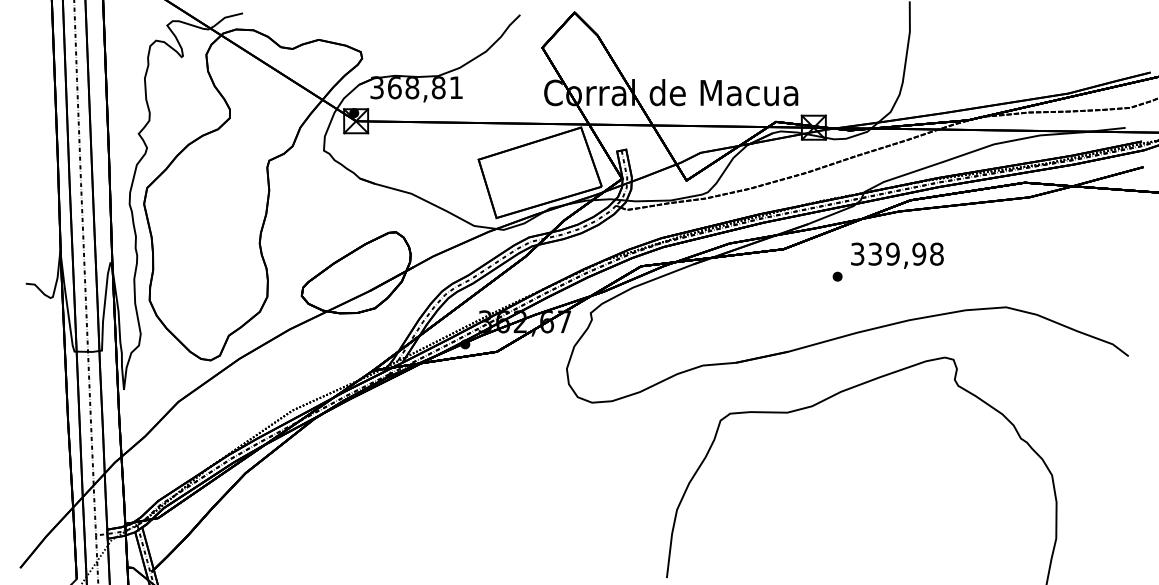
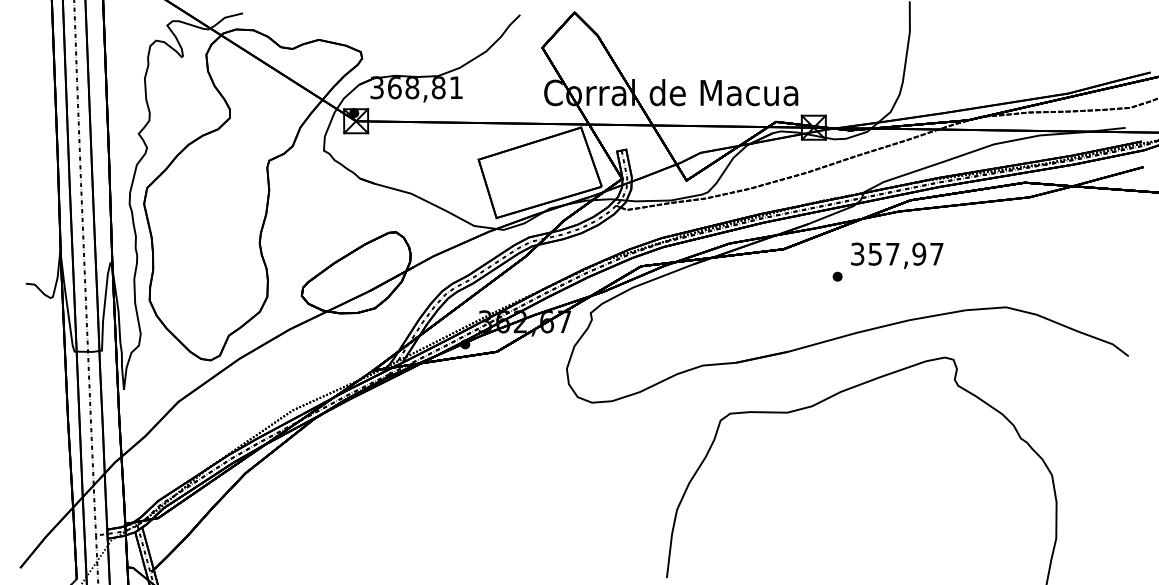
text at (906, 253): 339,98 -> 357,97
